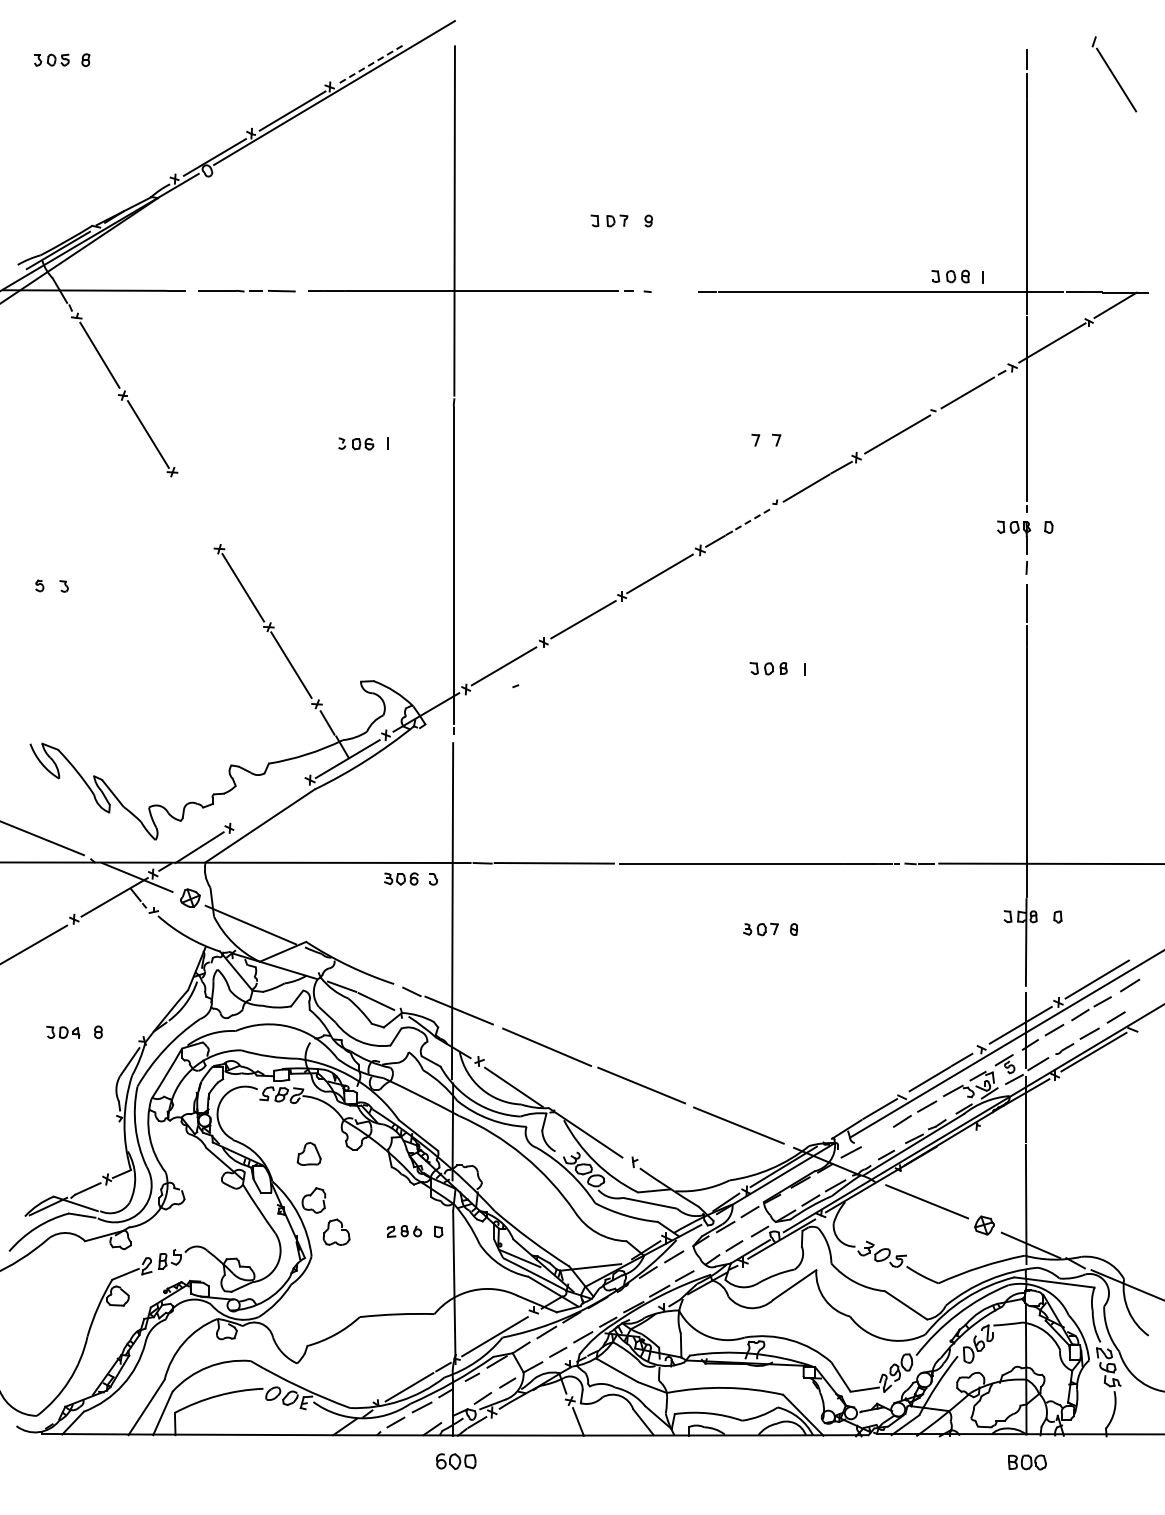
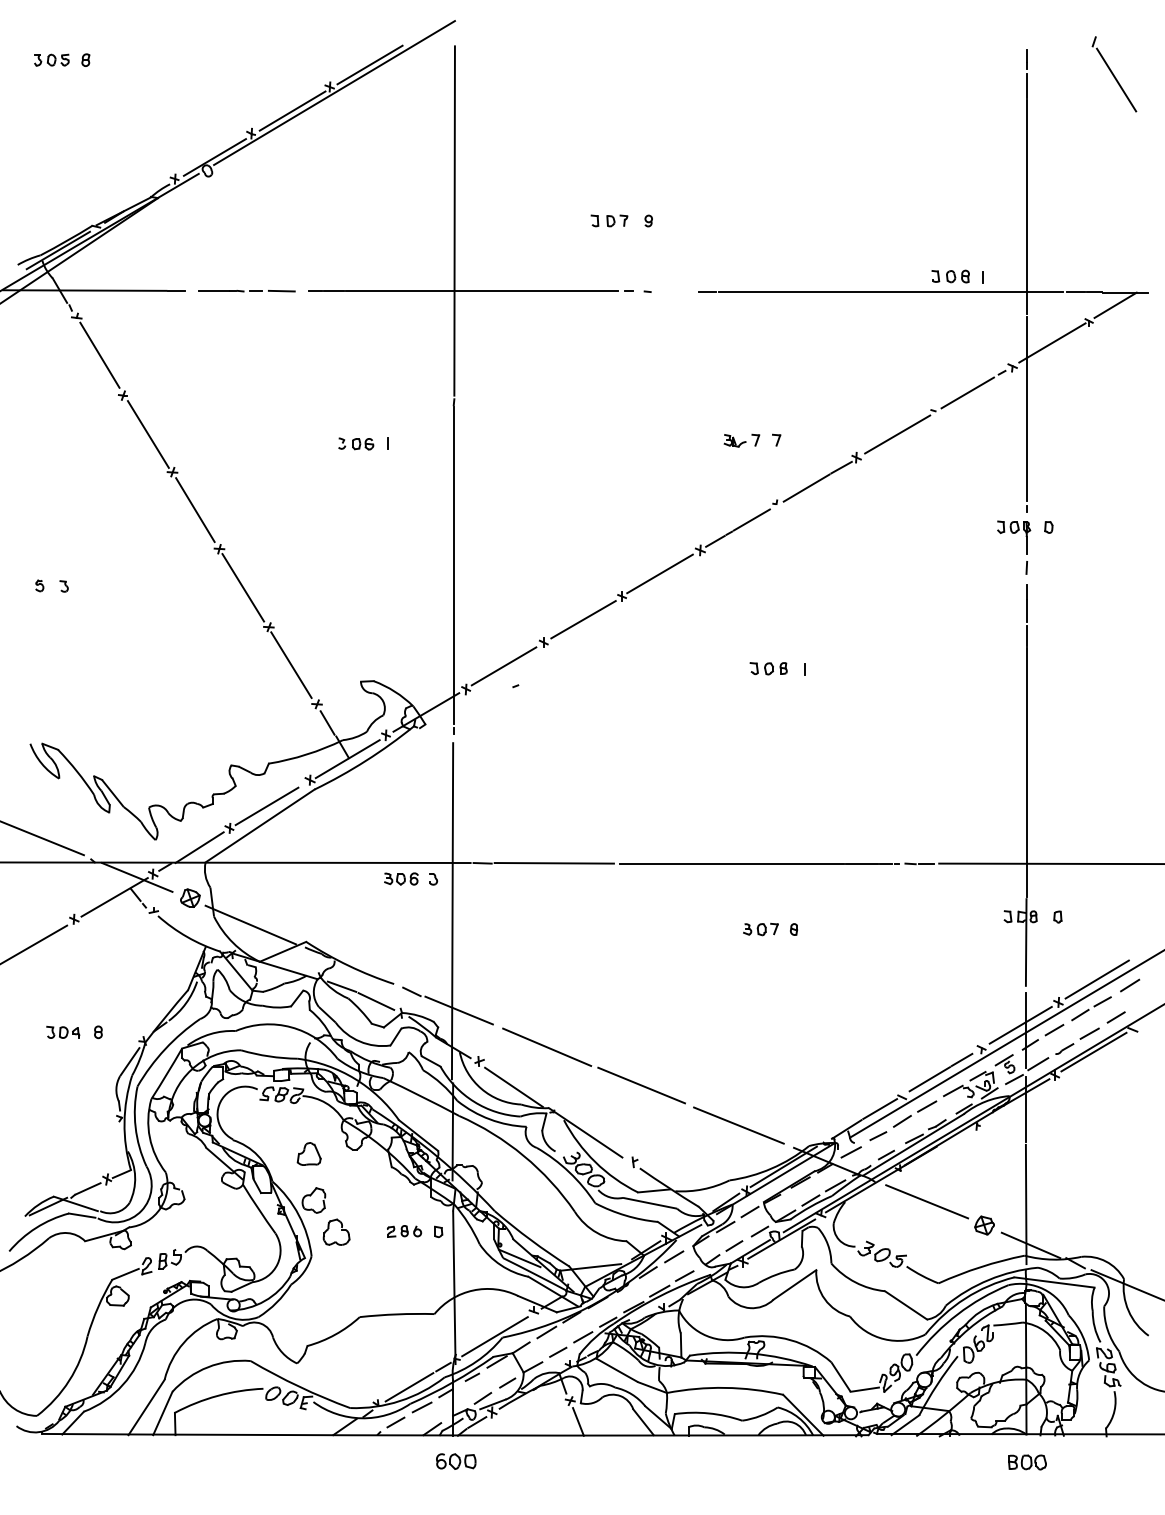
line at (370, 65): dashed -> solid
part at (734, 440): none -> present
line at (195, 510): none -> present
line at (751, 520): dashed -> solid
line at (266, 806): none -> present
line at (878, 1136): none -> present
